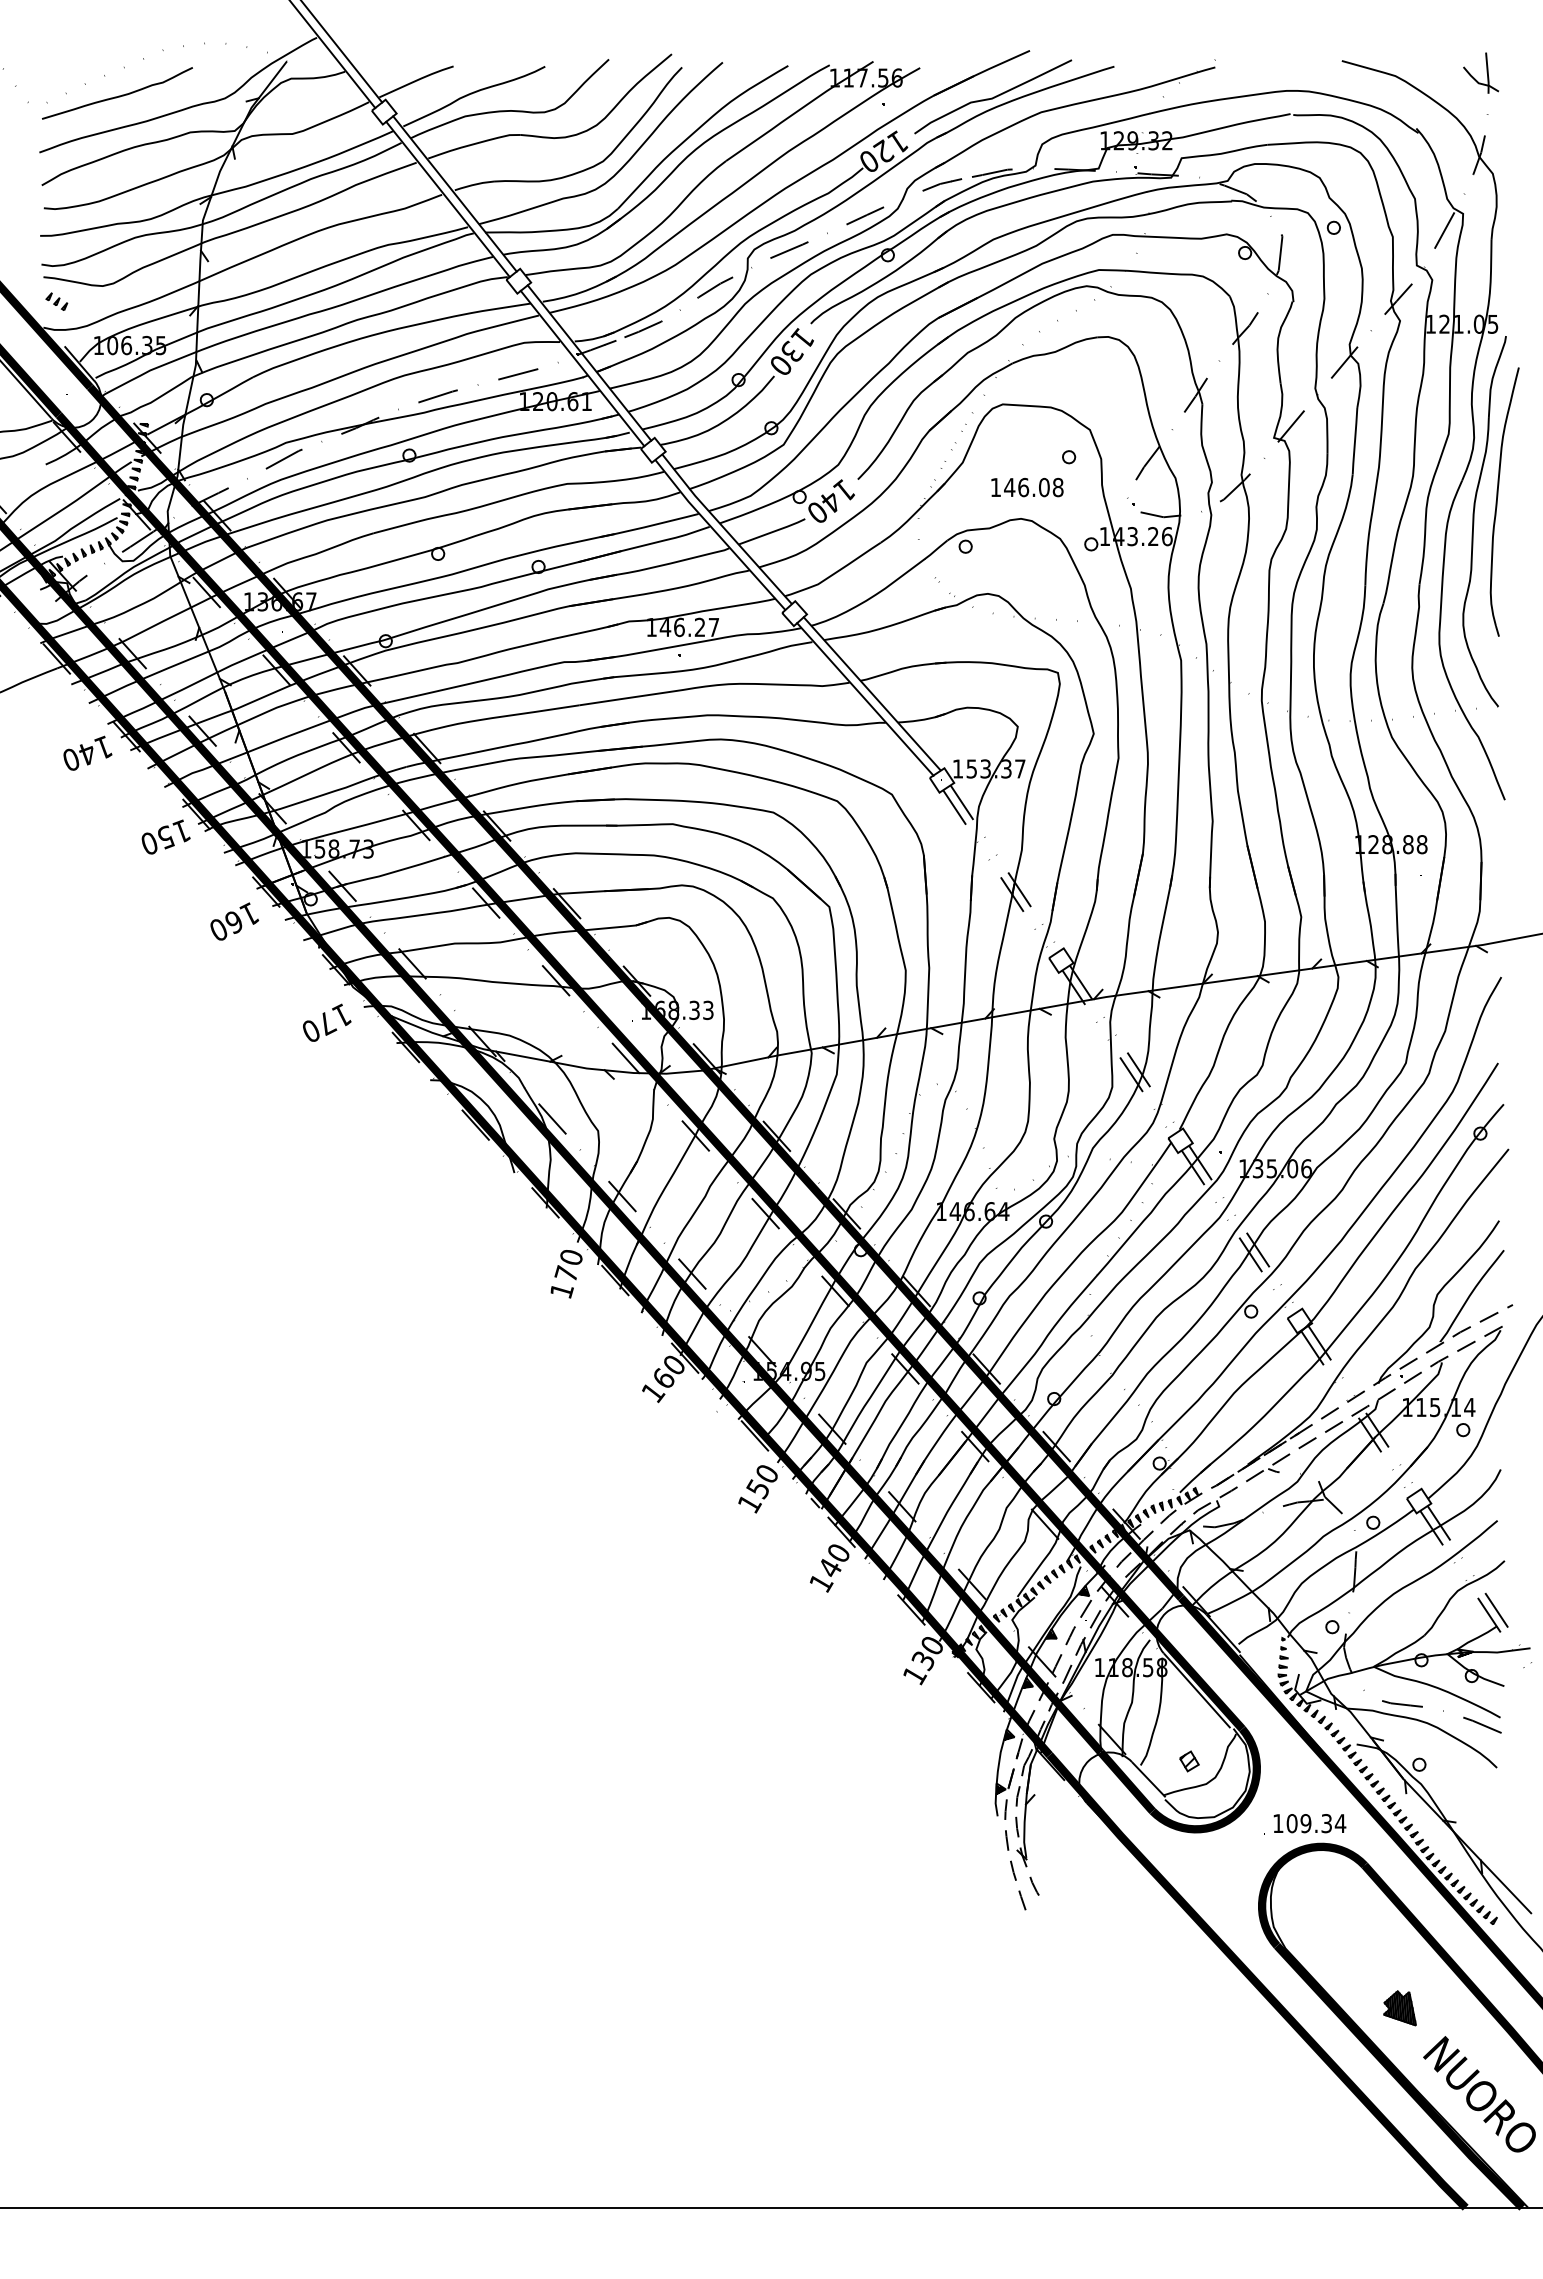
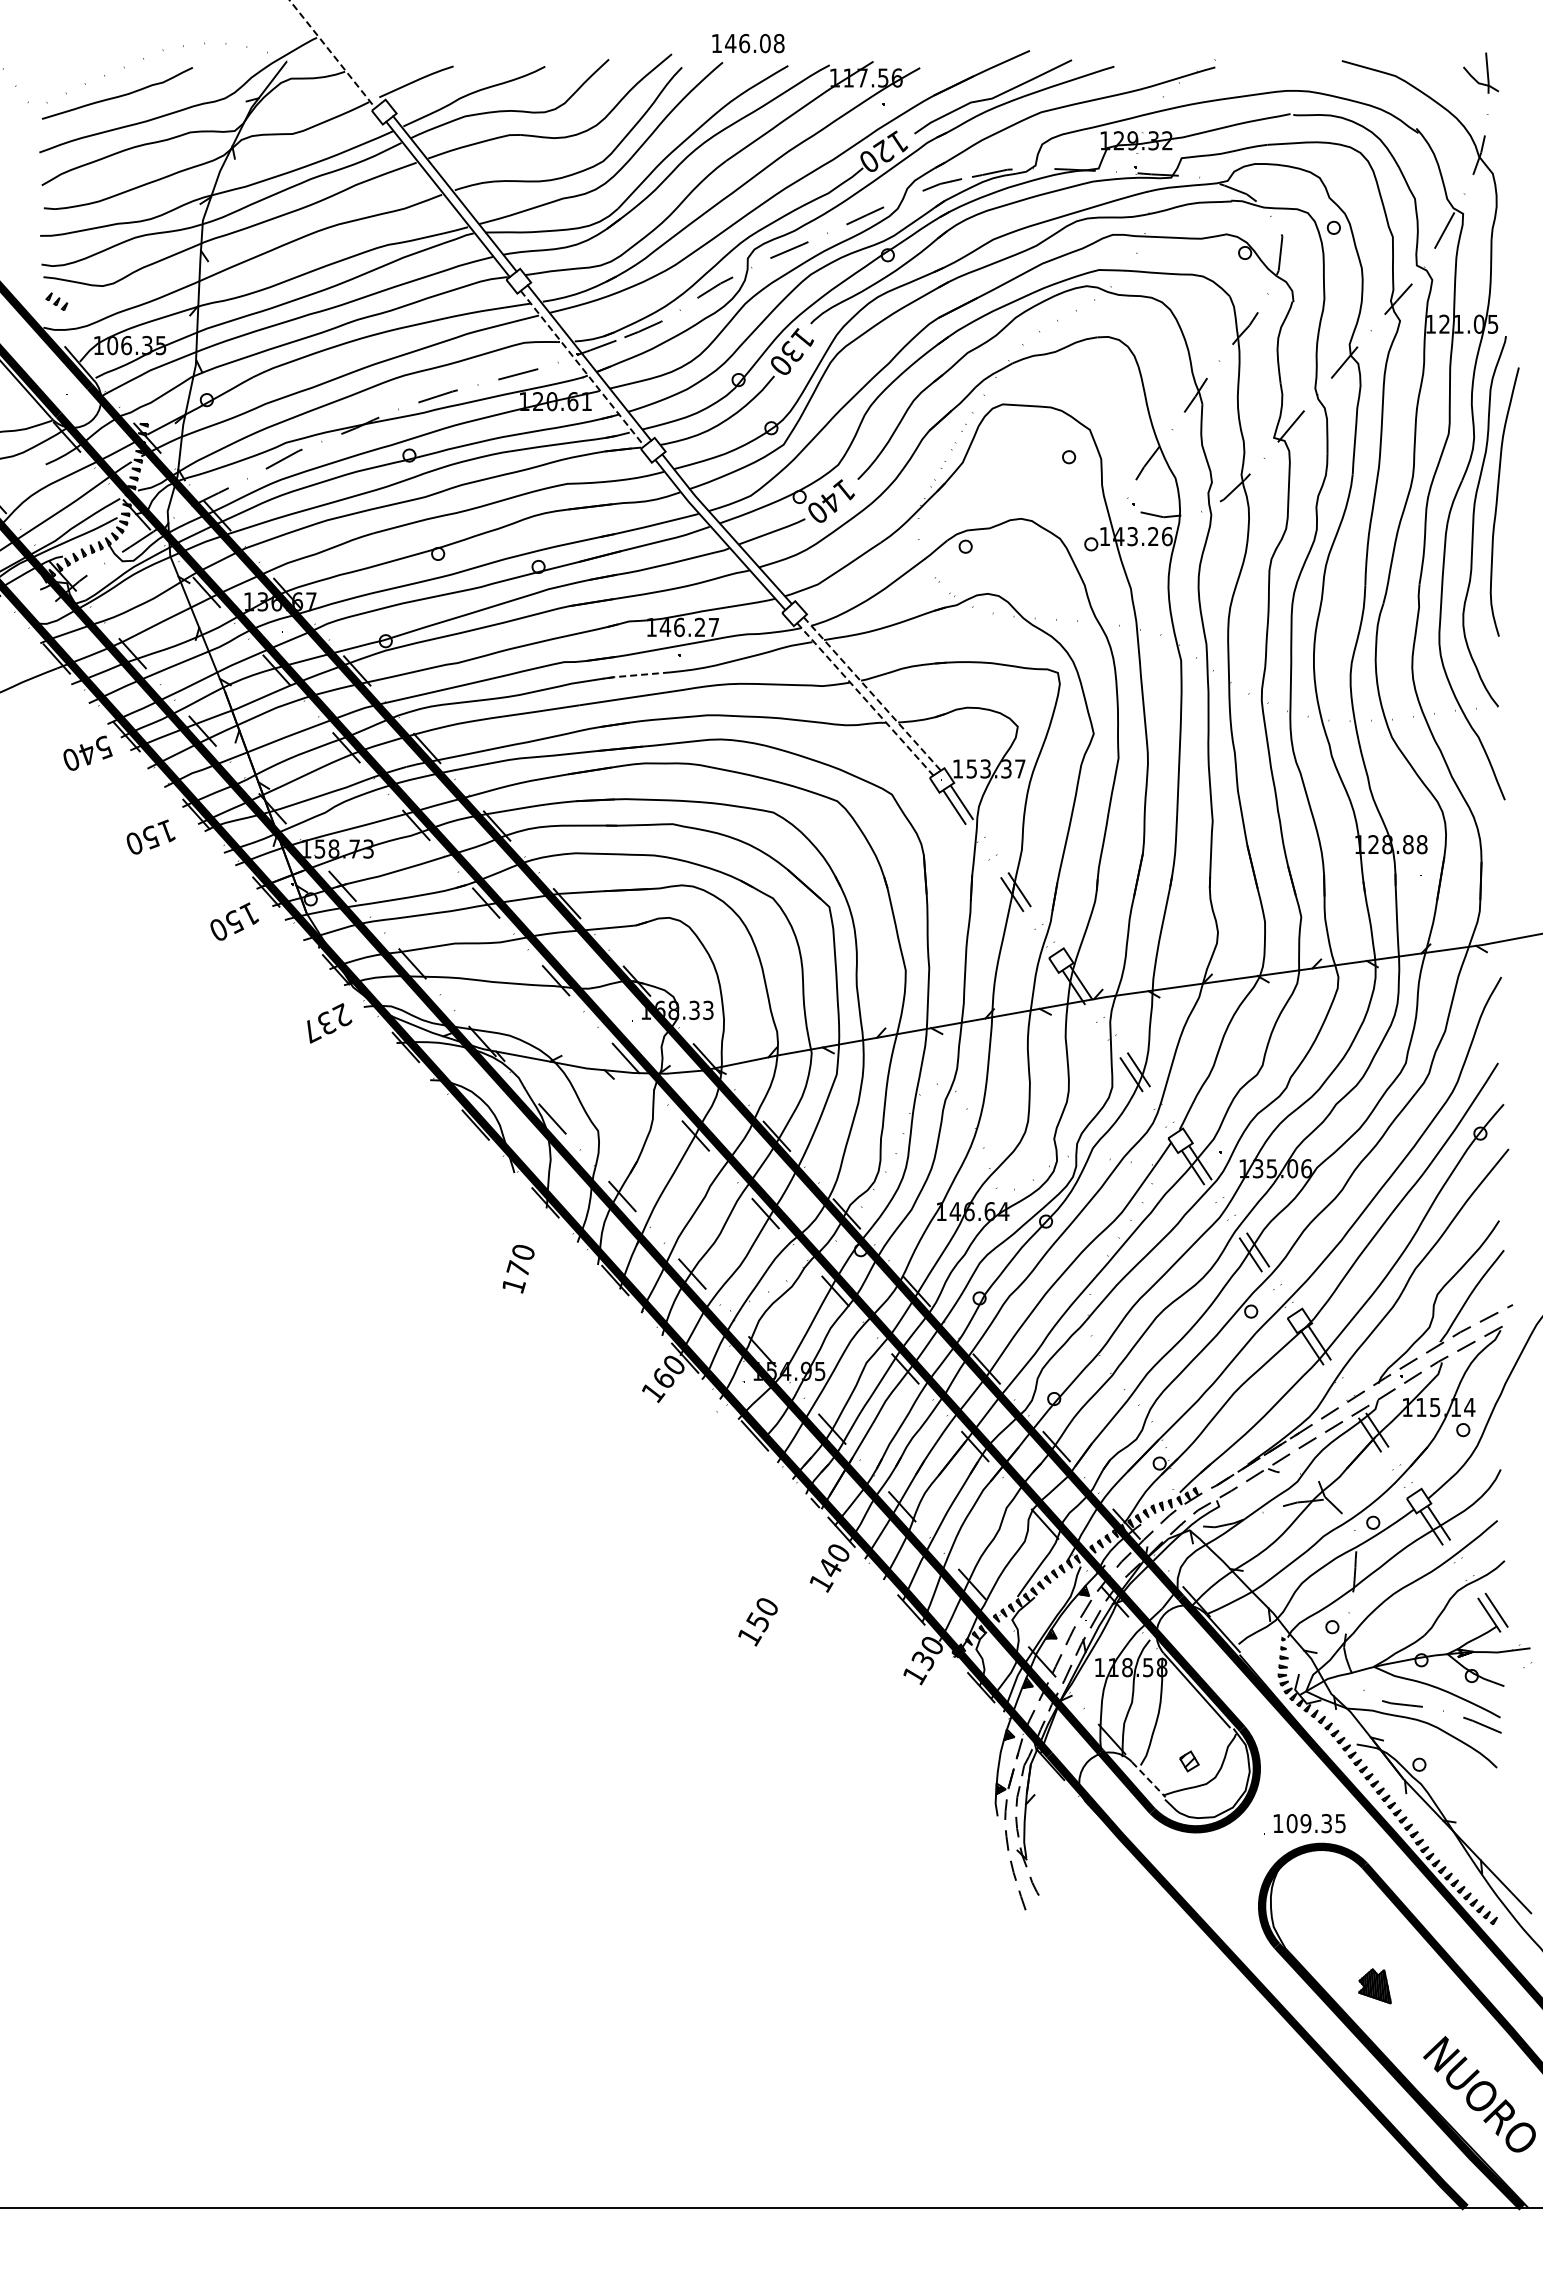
line at (342, 52): present -> none
line at (332, 54): solid -> dashed
line at (582, 368): solid -> dashed
text at (1027, 487) position: (1027, 487) -> (748, 43)
line at (635, 675): solid -> dashed
line at (872, 694): solid -> dashed
line at (865, 699): solid -> dashed
text at (103, 747): 140 -> 540
text at (165, 836) position: (165, 836) -> (150, 836)
text at (234, 921): 160 -> 150
text at (327, 1023): 170 -> 237
text at (566, 1274) position: (566, 1274) -> (518, 1269)
text at (757, 1489) position: (757, 1489) -> (757, 1622)
line at (1149, 1780): solid -> dashed
text at (1340, 1823): 109.34 -> 109.35
part at (1399, 2008) position: (1399, 2008) -> (1374, 1986)
